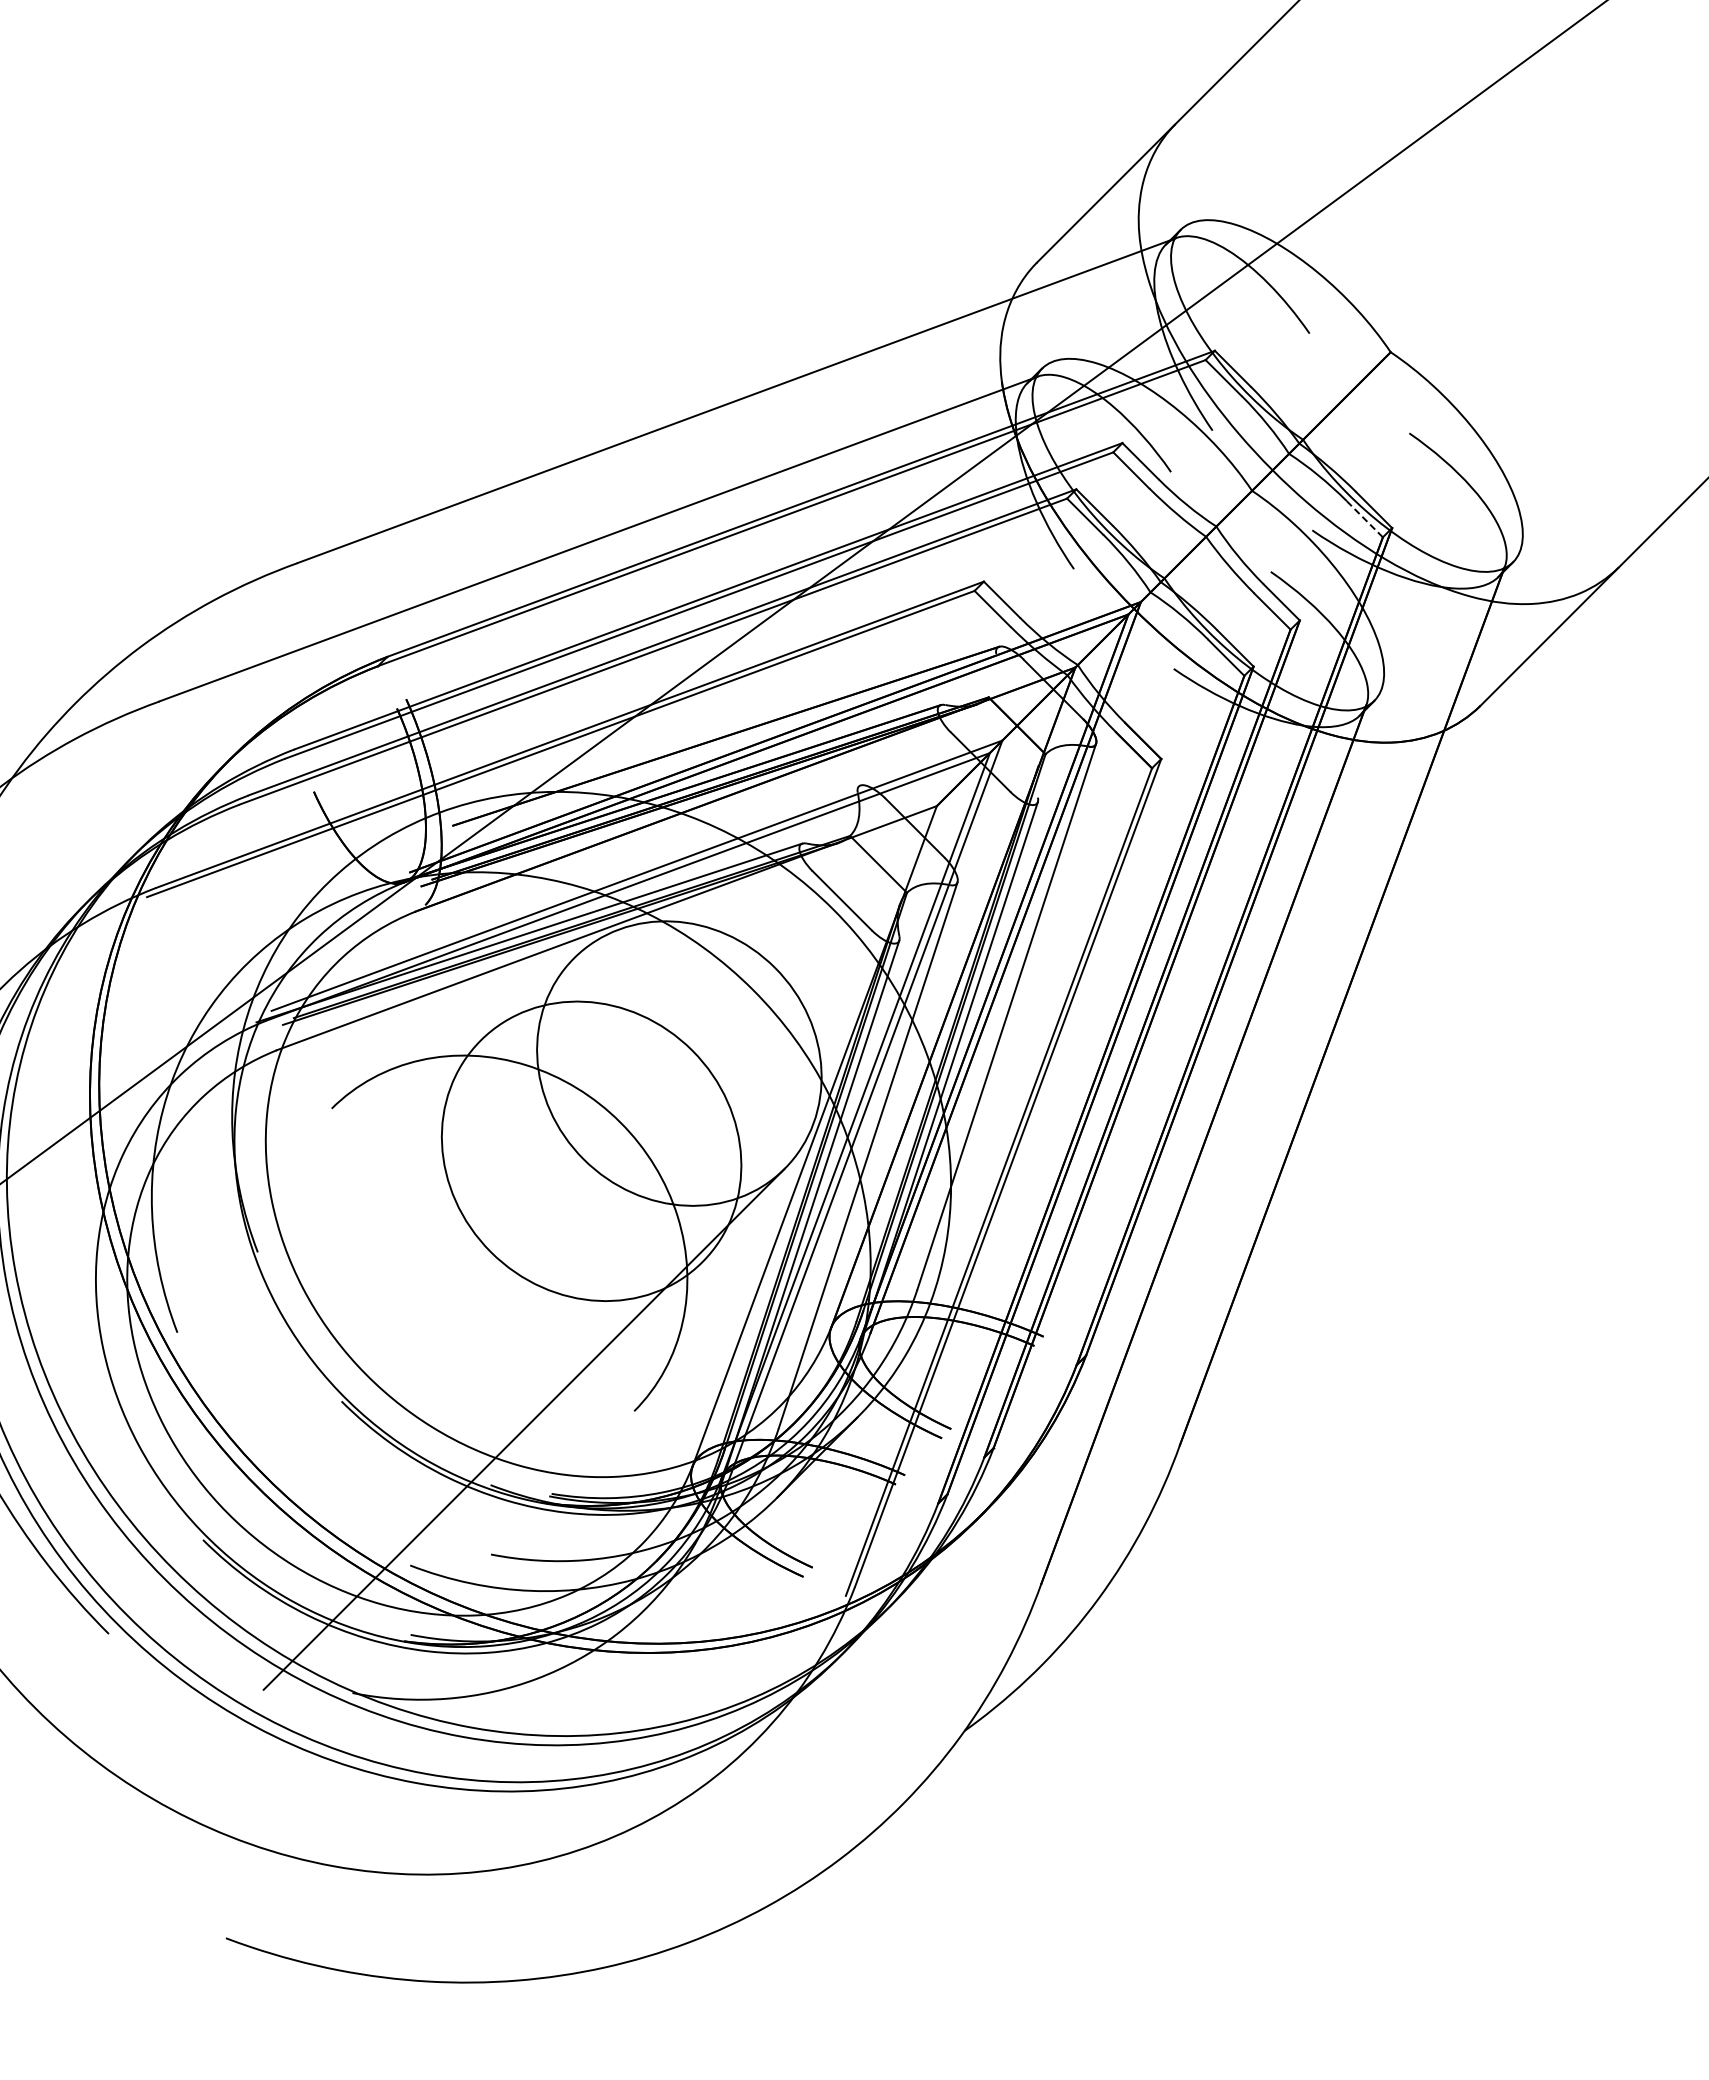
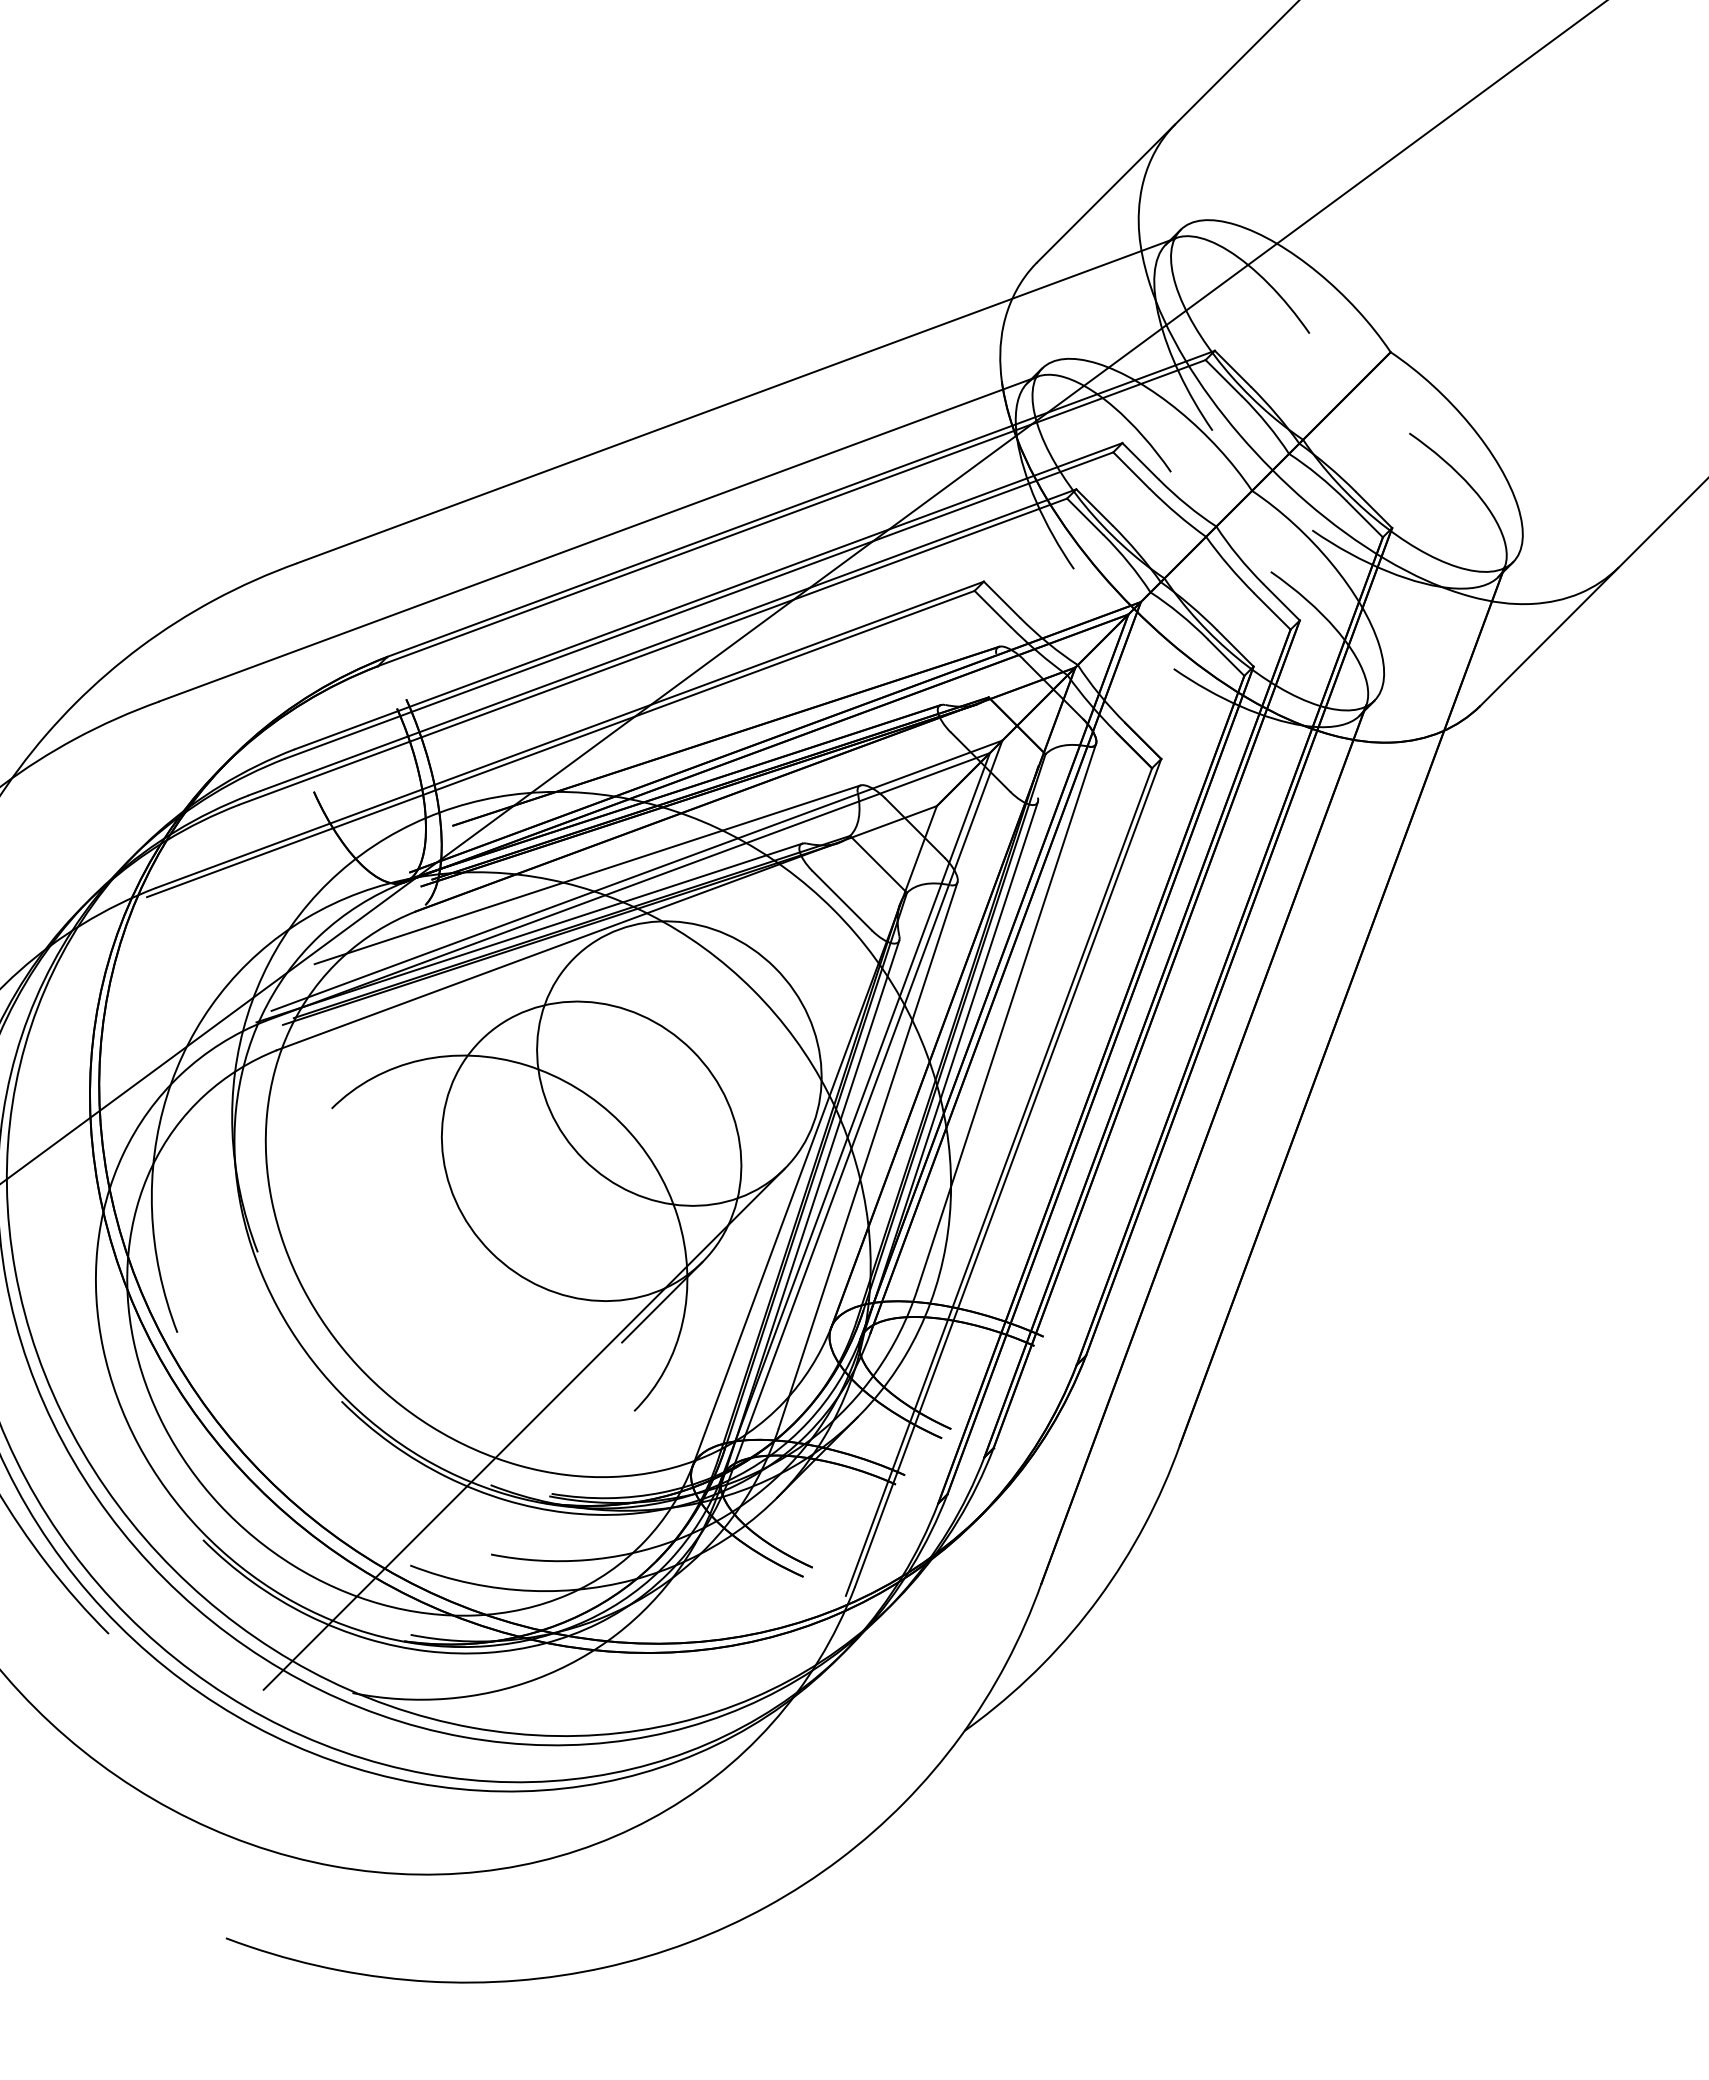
line at (1364, 518): dashed -> solid
line at (587, 874): none -> present
line at (662, 1302): none -> present
